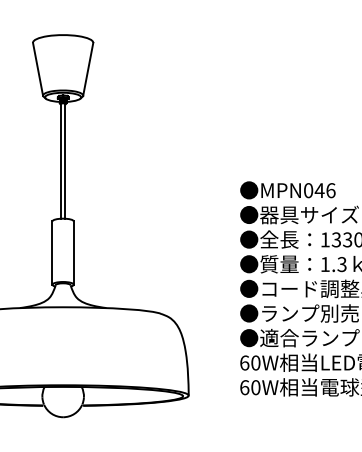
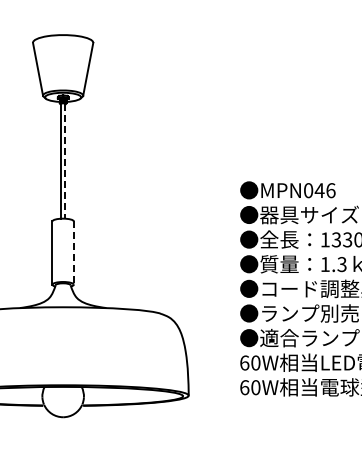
line at (65, 161): solid -> dashed
line at (73, 253): solid -> dashed
